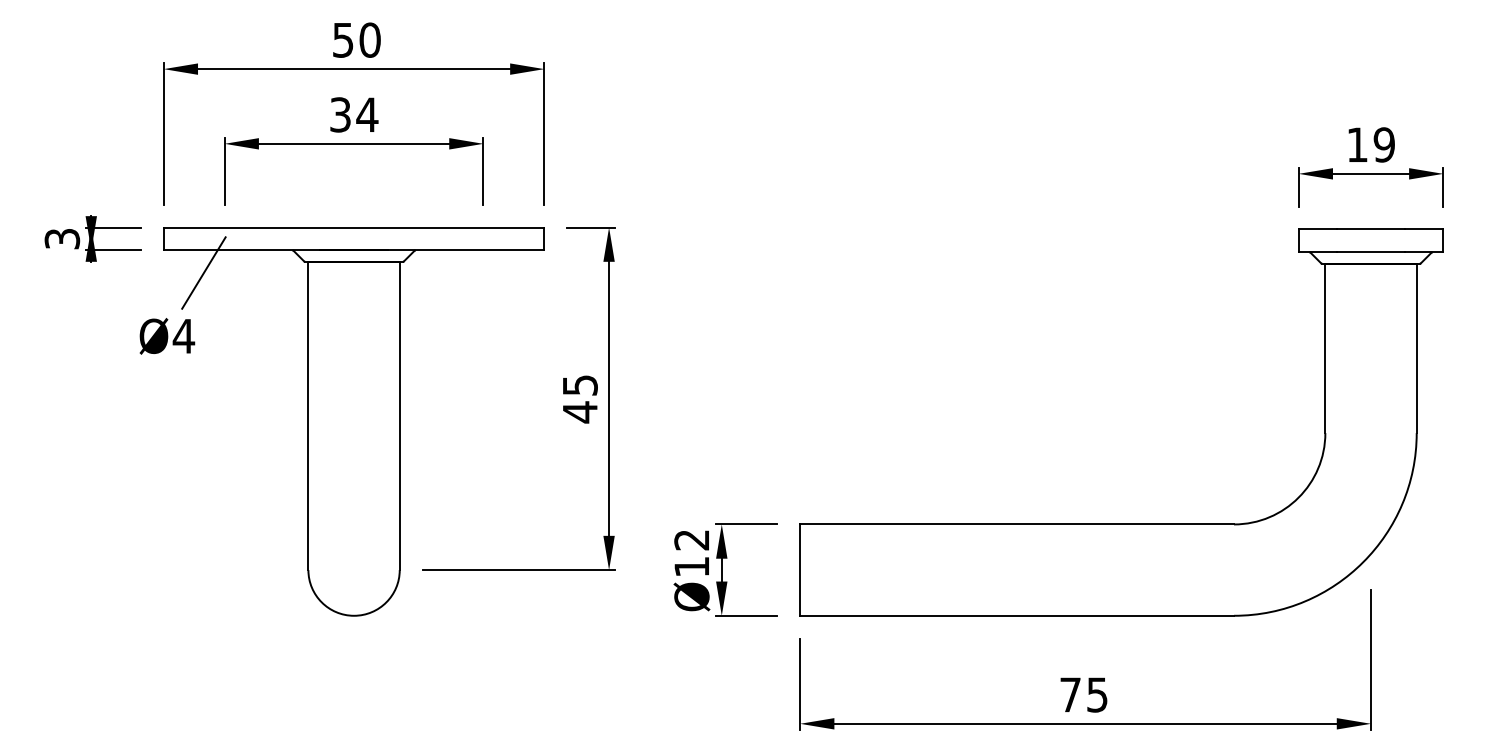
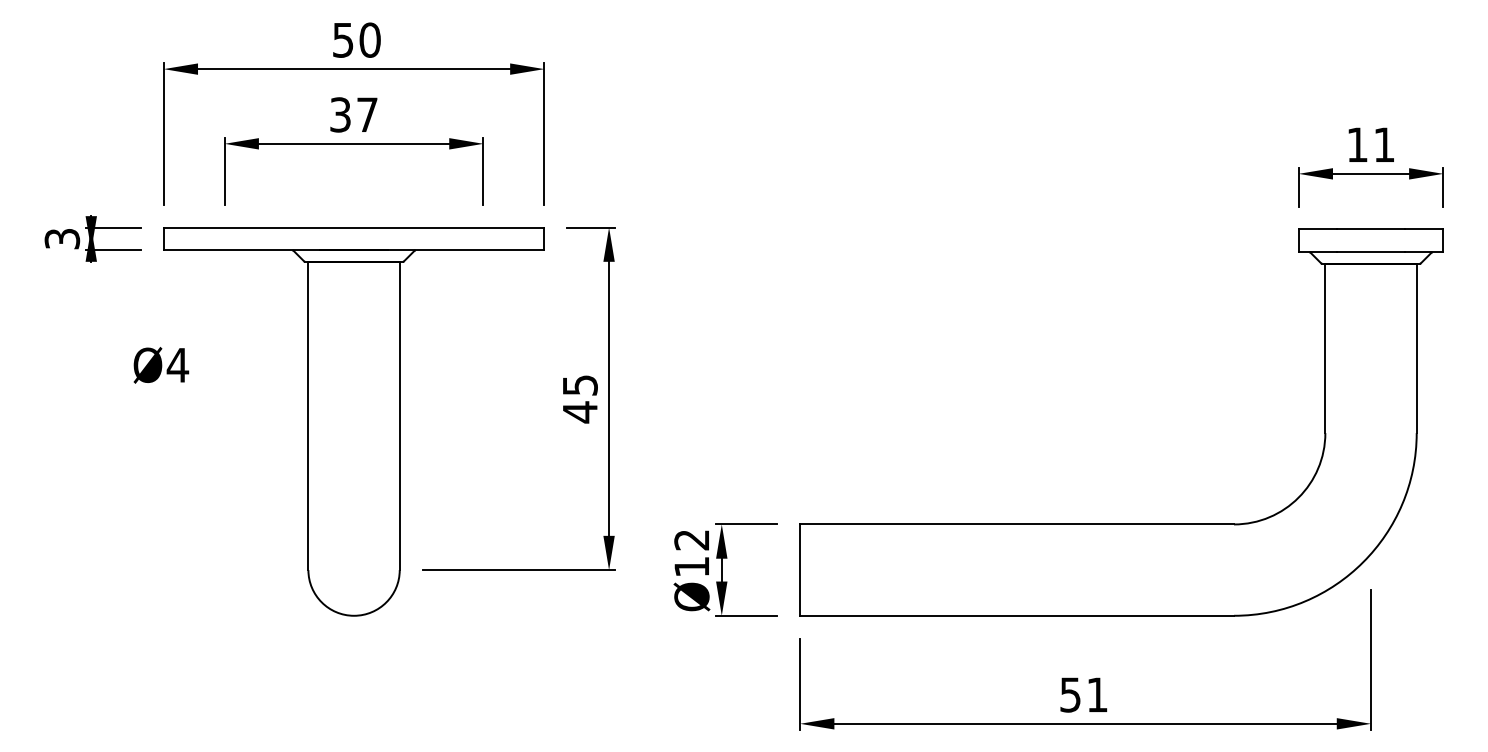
text at (367, 114): 34 -> 37
text at (1383, 144): 19 -> 11
line at (203, 272): present -> none
text at (167, 336) position: (167, 336) -> (161, 365)
text at (1083, 694): 75 -> 51
